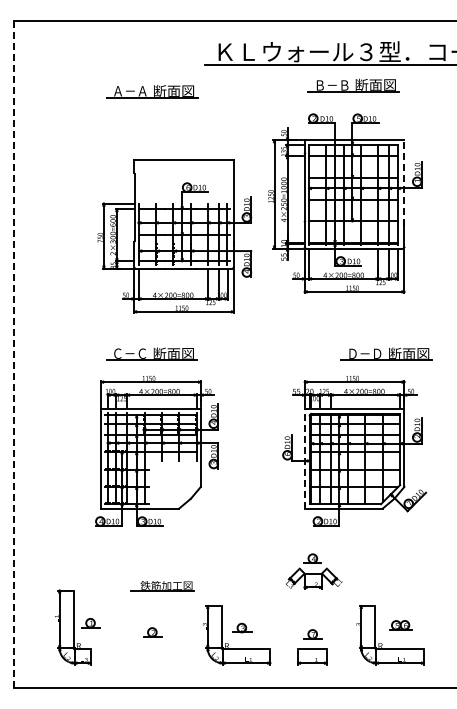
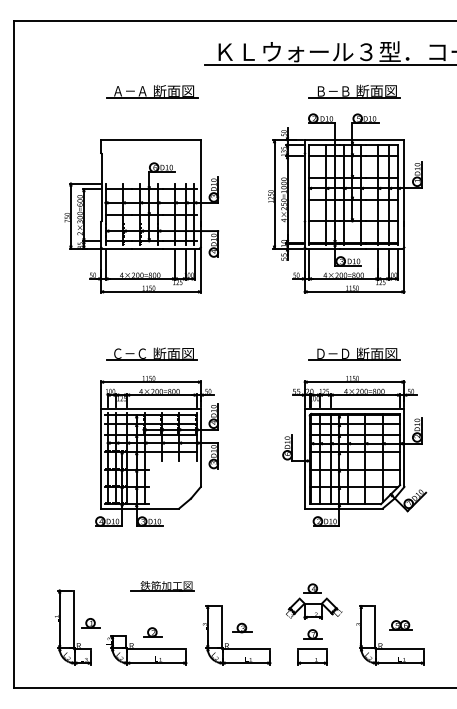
part at (353, 85) position: (353, 85) -> (354, 91)
line at (404, 183): dashed -> solid
part at (174, 236) position: (174, 236) -> (141, 216)
part at (386, 353) position: (386, 353) -> (354, 353)
line at (13, 354): dashed -> solid
line at (304, 458): dashed -> solid
part at (314, 571) position: (314, 571) -> (314, 601)
part at (146, 650): none -> present
